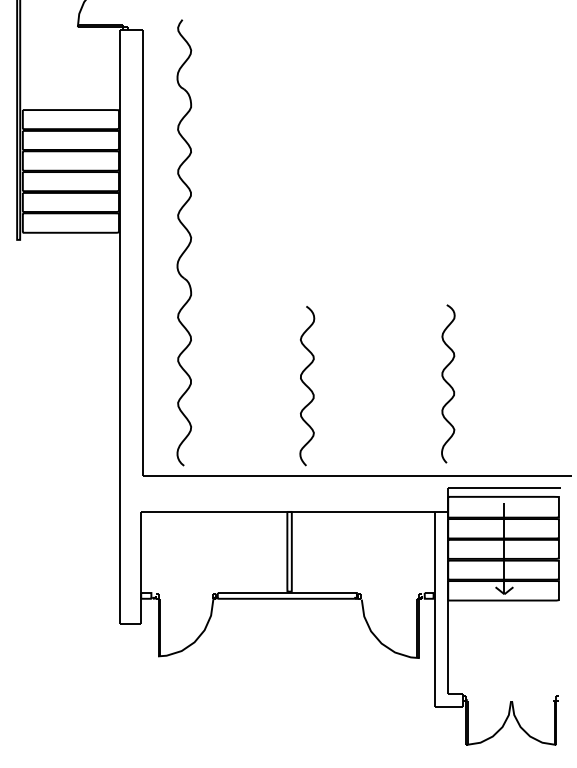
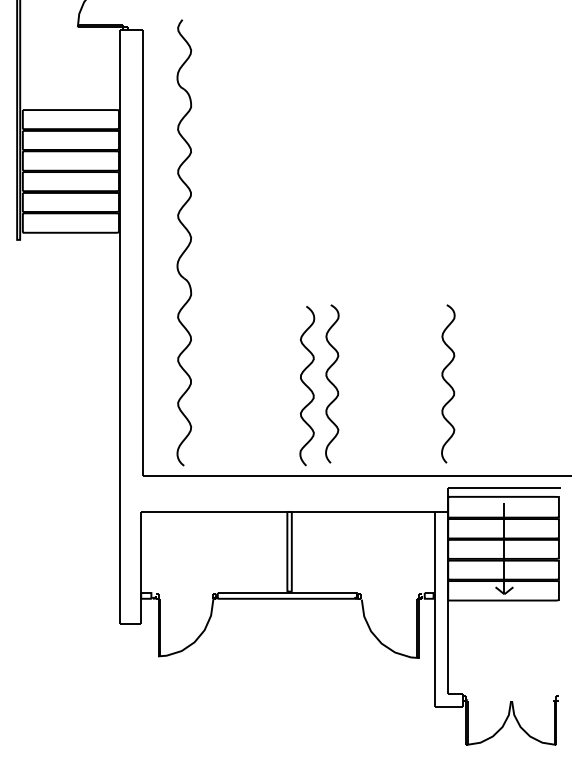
curve at (332, 383): none -> present
